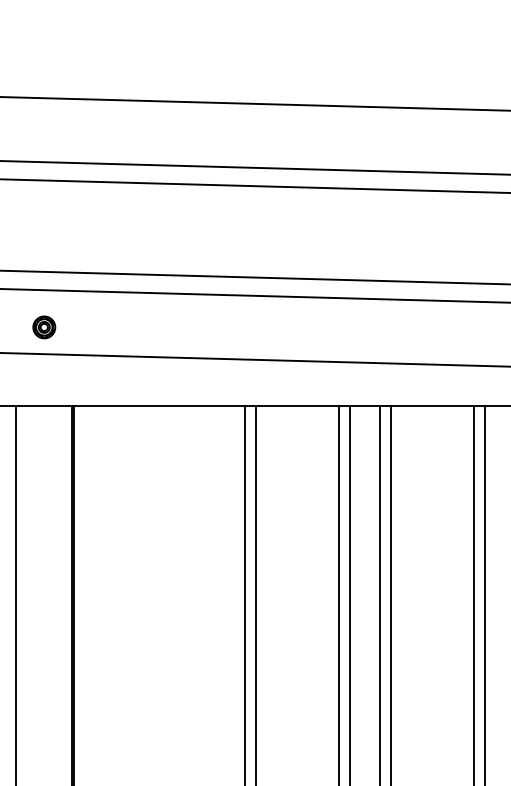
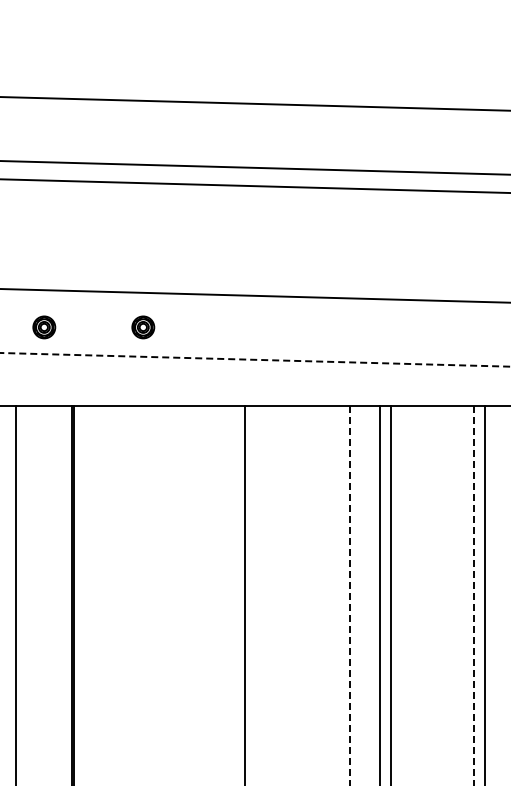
line at (254, 277): present -> none
part at (143, 327): none -> present
line at (255, 359): solid -> dashed
line at (255, 594): present -> none
line at (339, 594): present -> none
line at (349, 596): solid -> dashed
line at (474, 596): solid -> dashed
